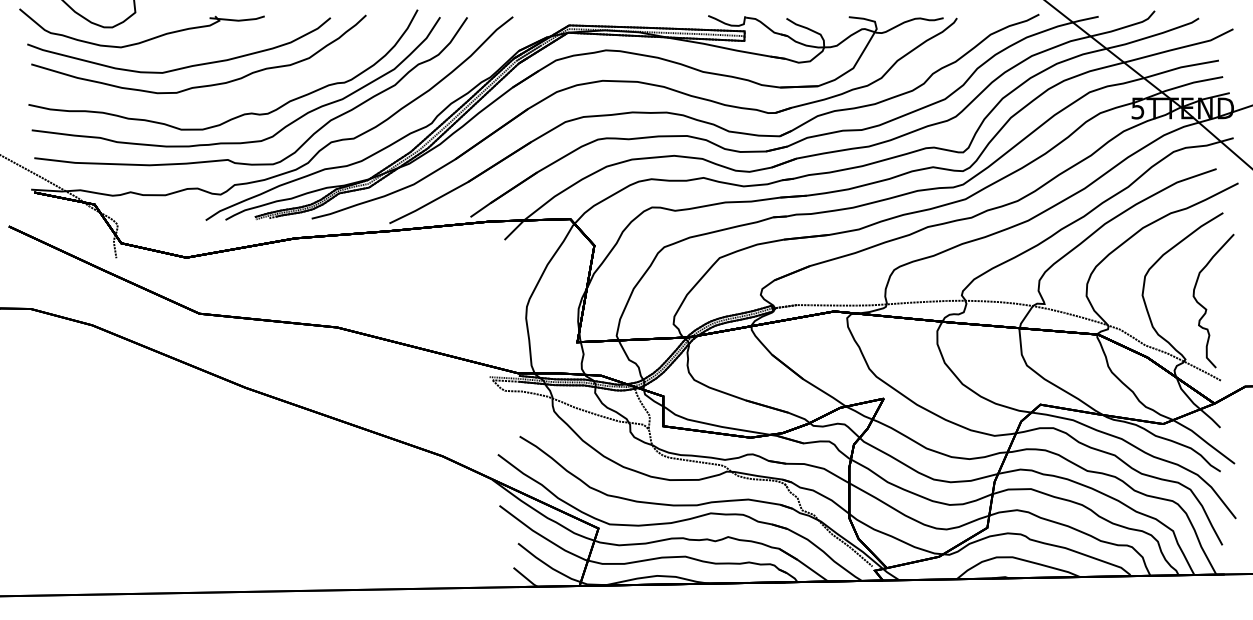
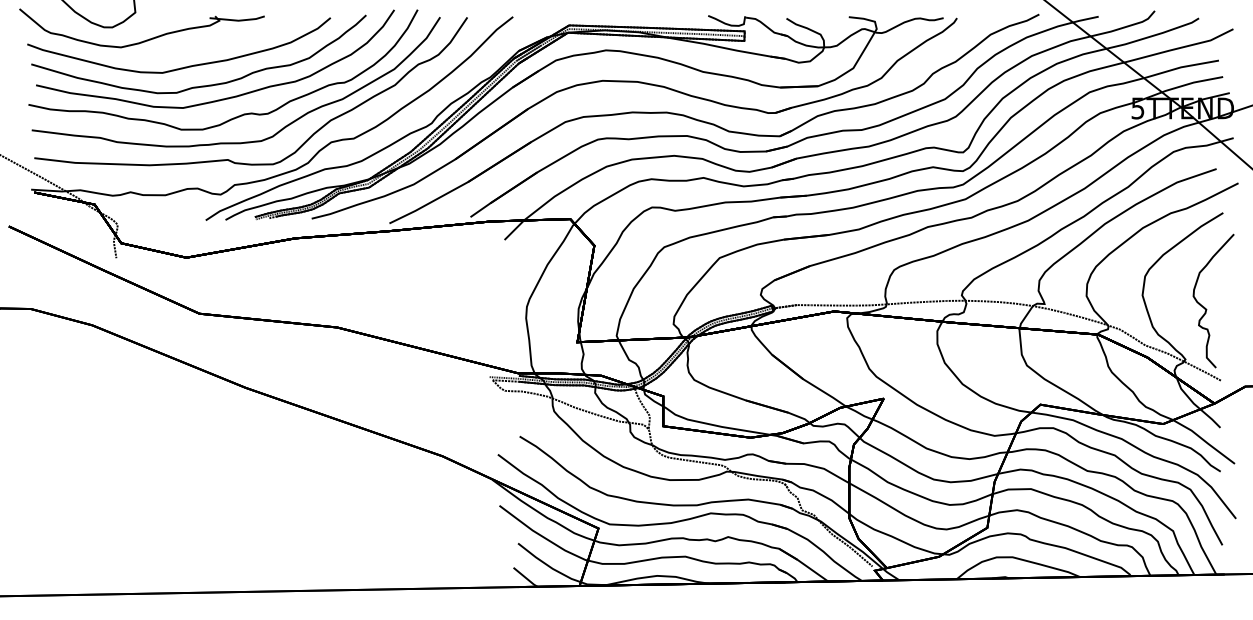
curve at (226, 97): none -> present
